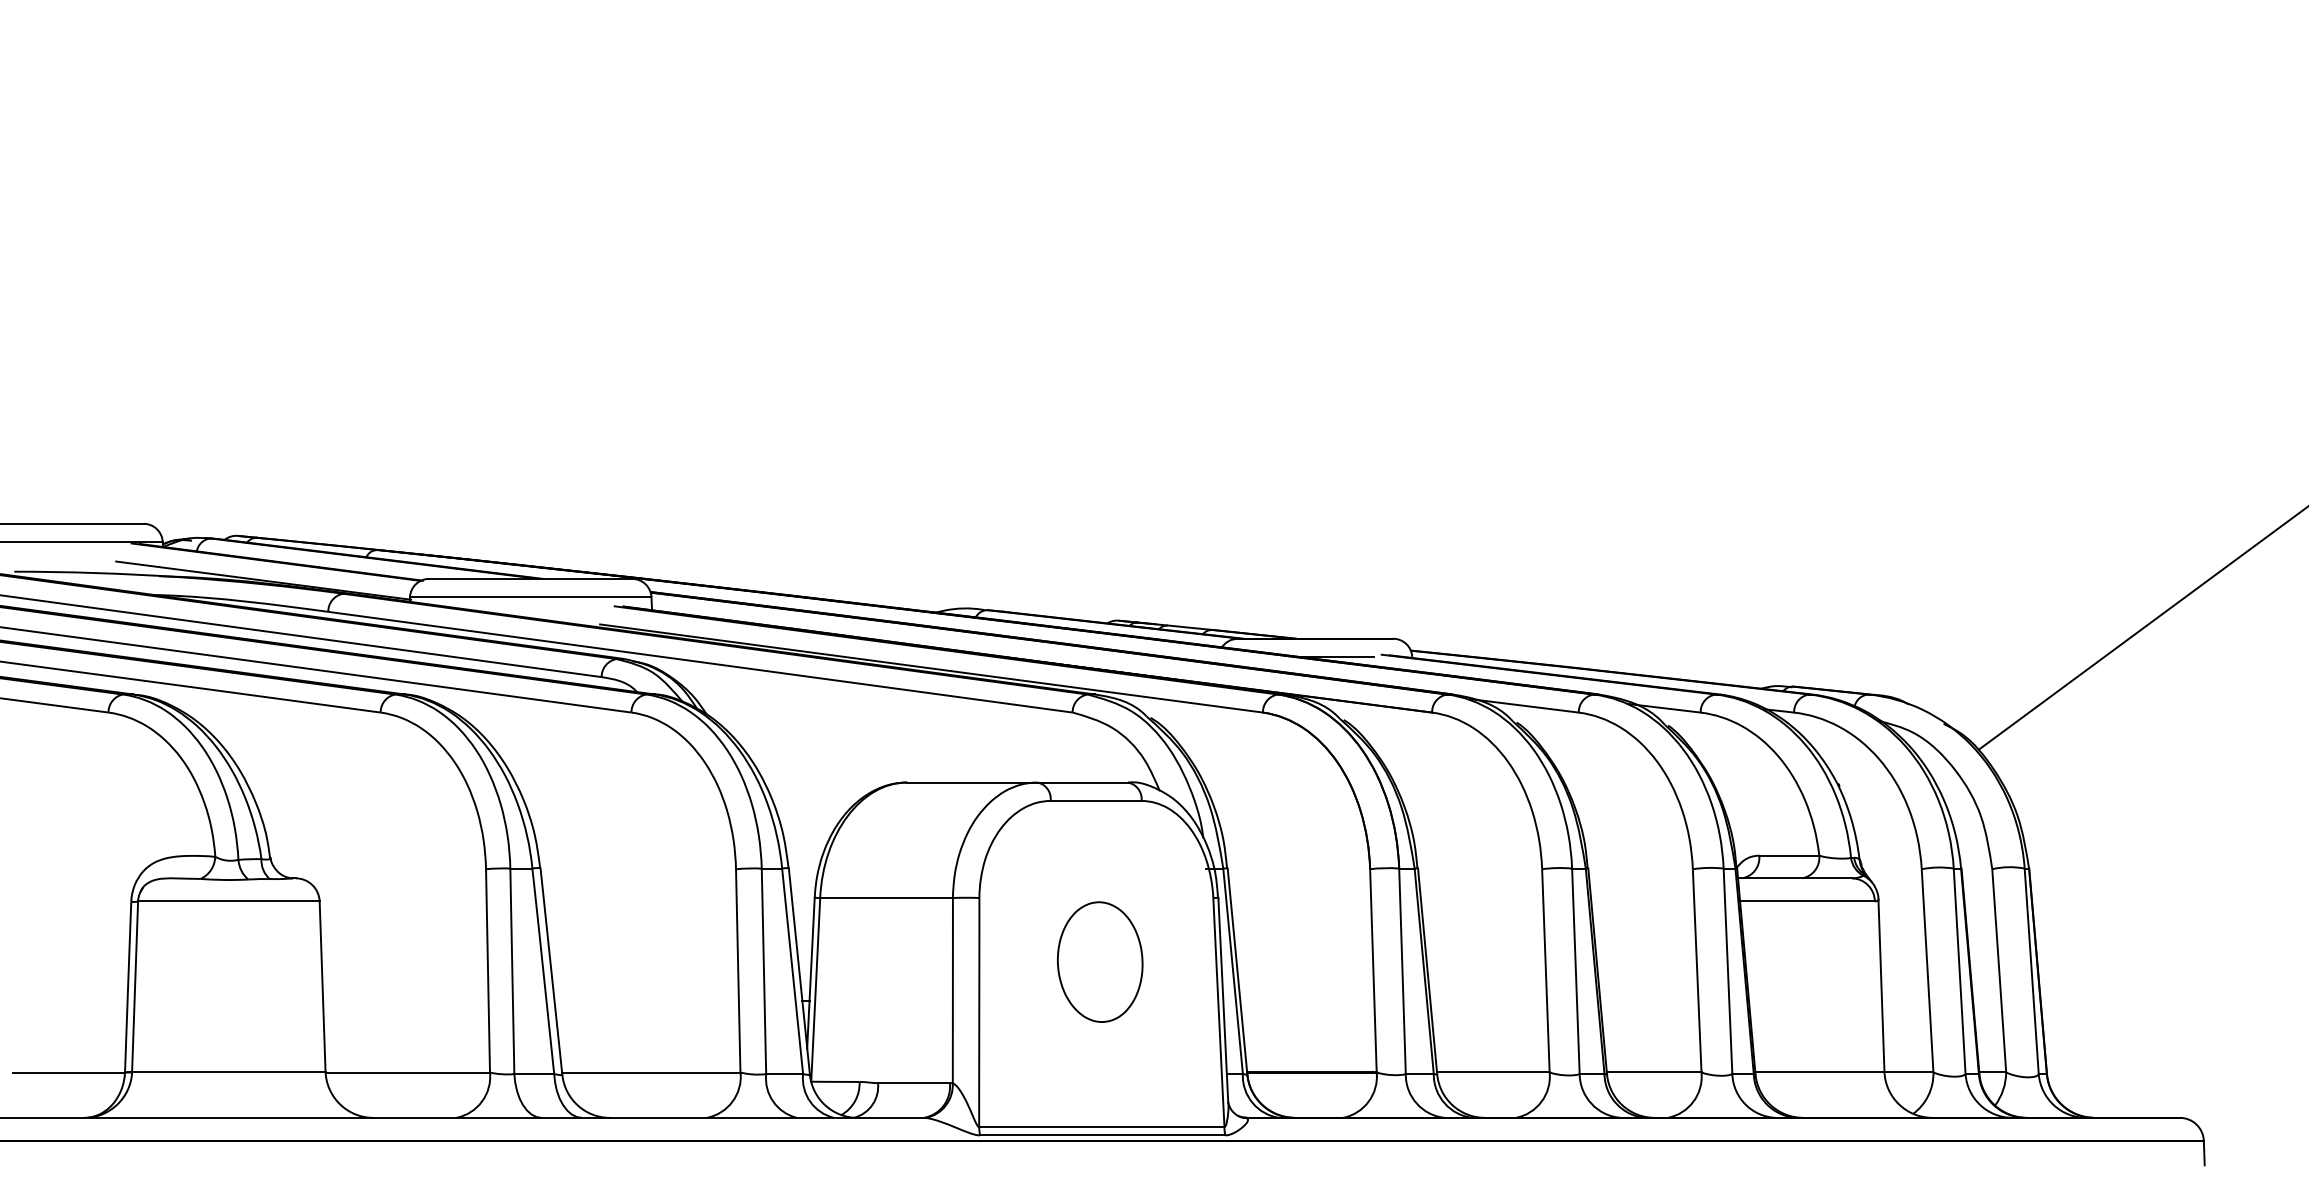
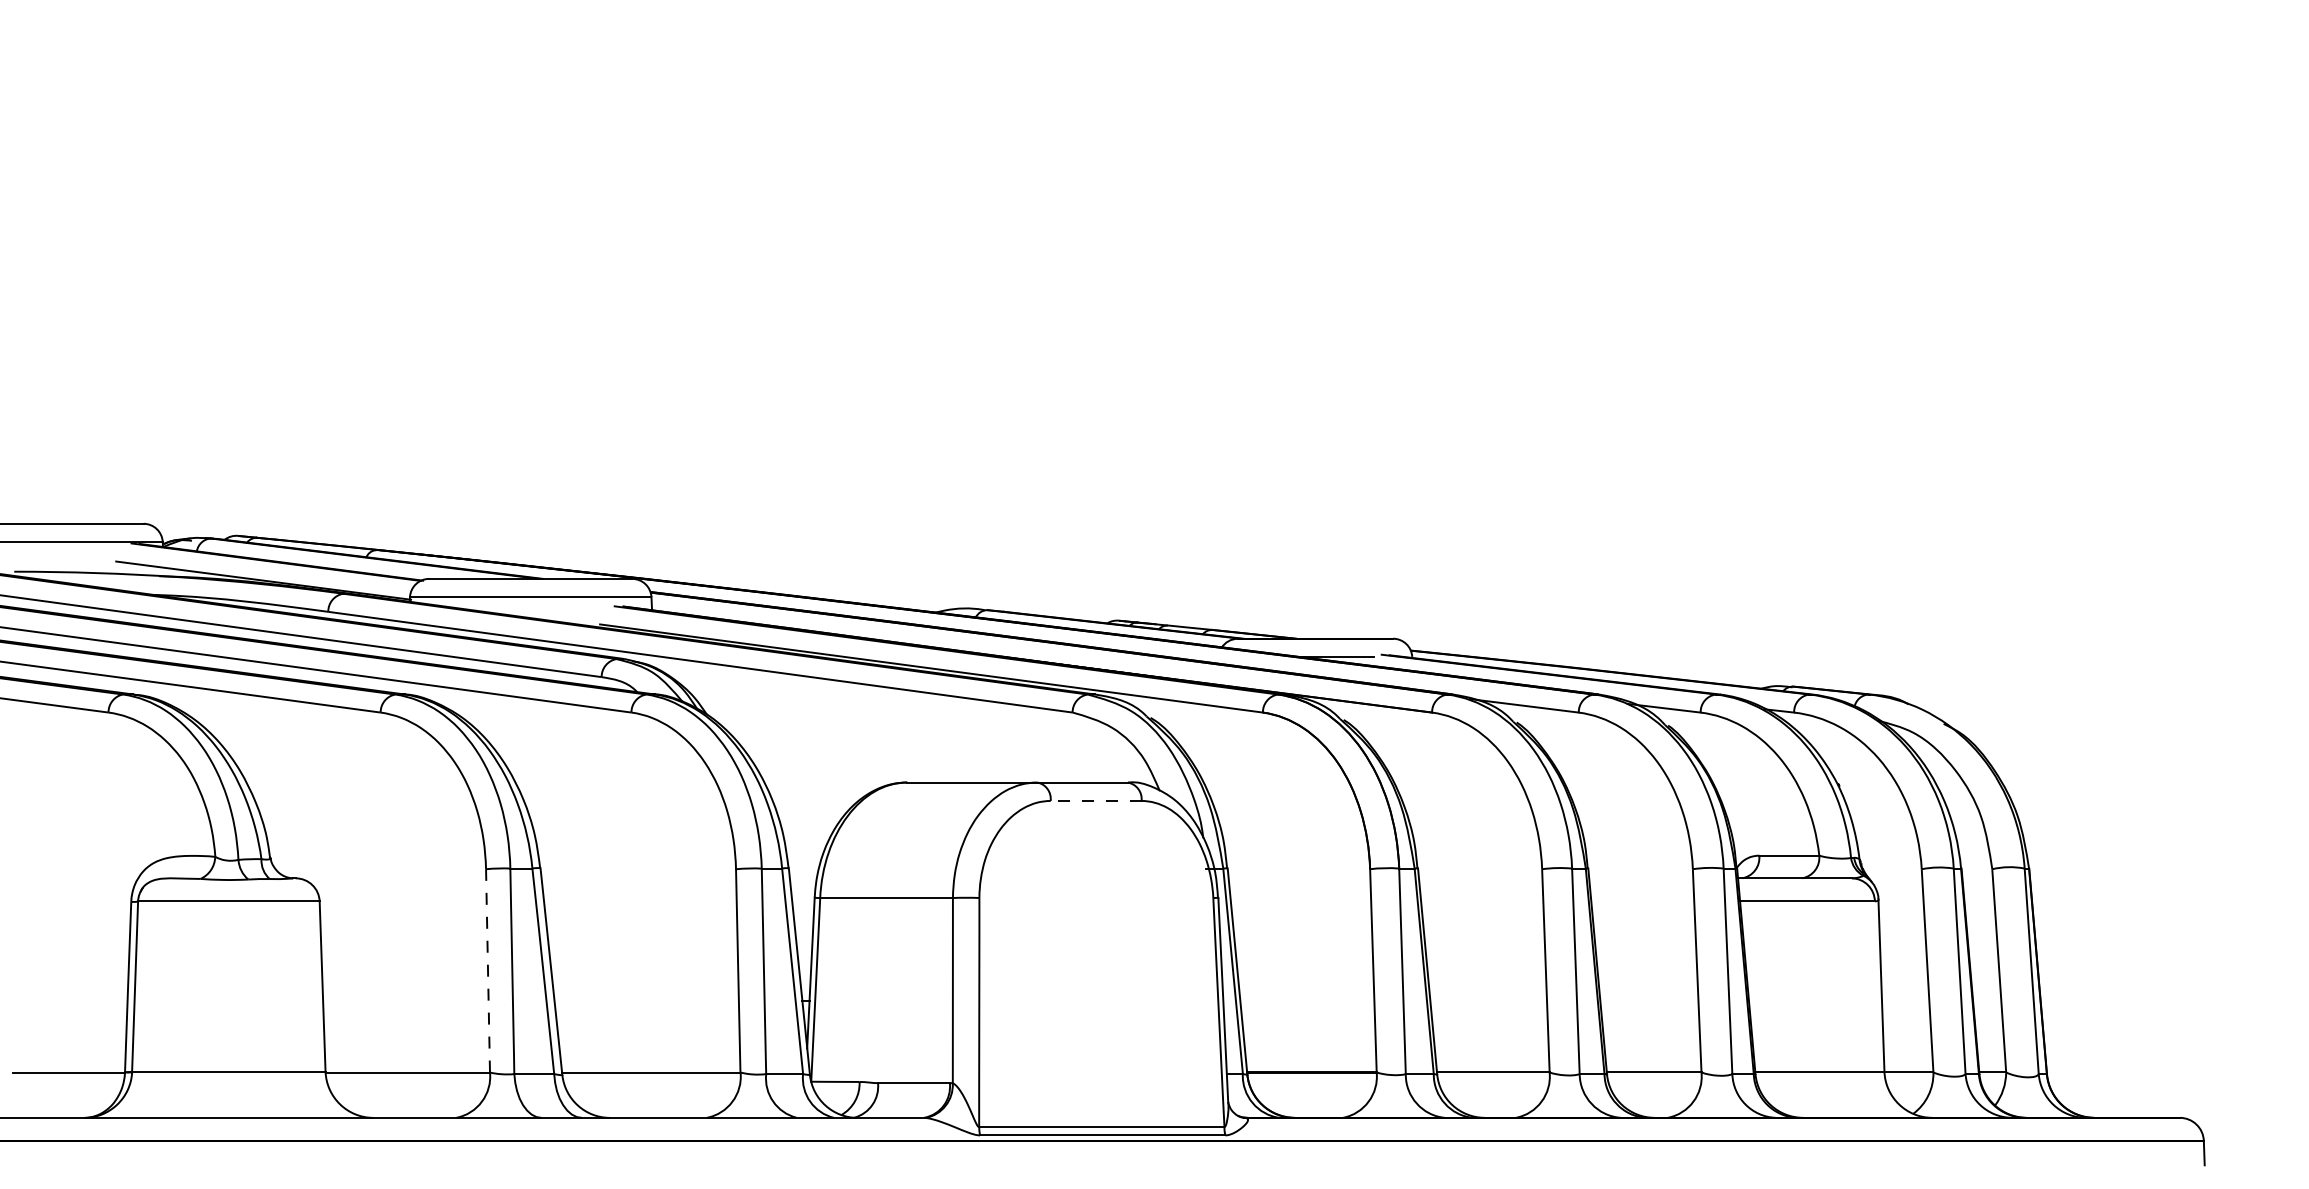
line at (2141, 628): present -> none
line at (1096, 800): solid -> dashed
part at (1099, 961): present -> none
line at (488, 970): solid -> dashed
